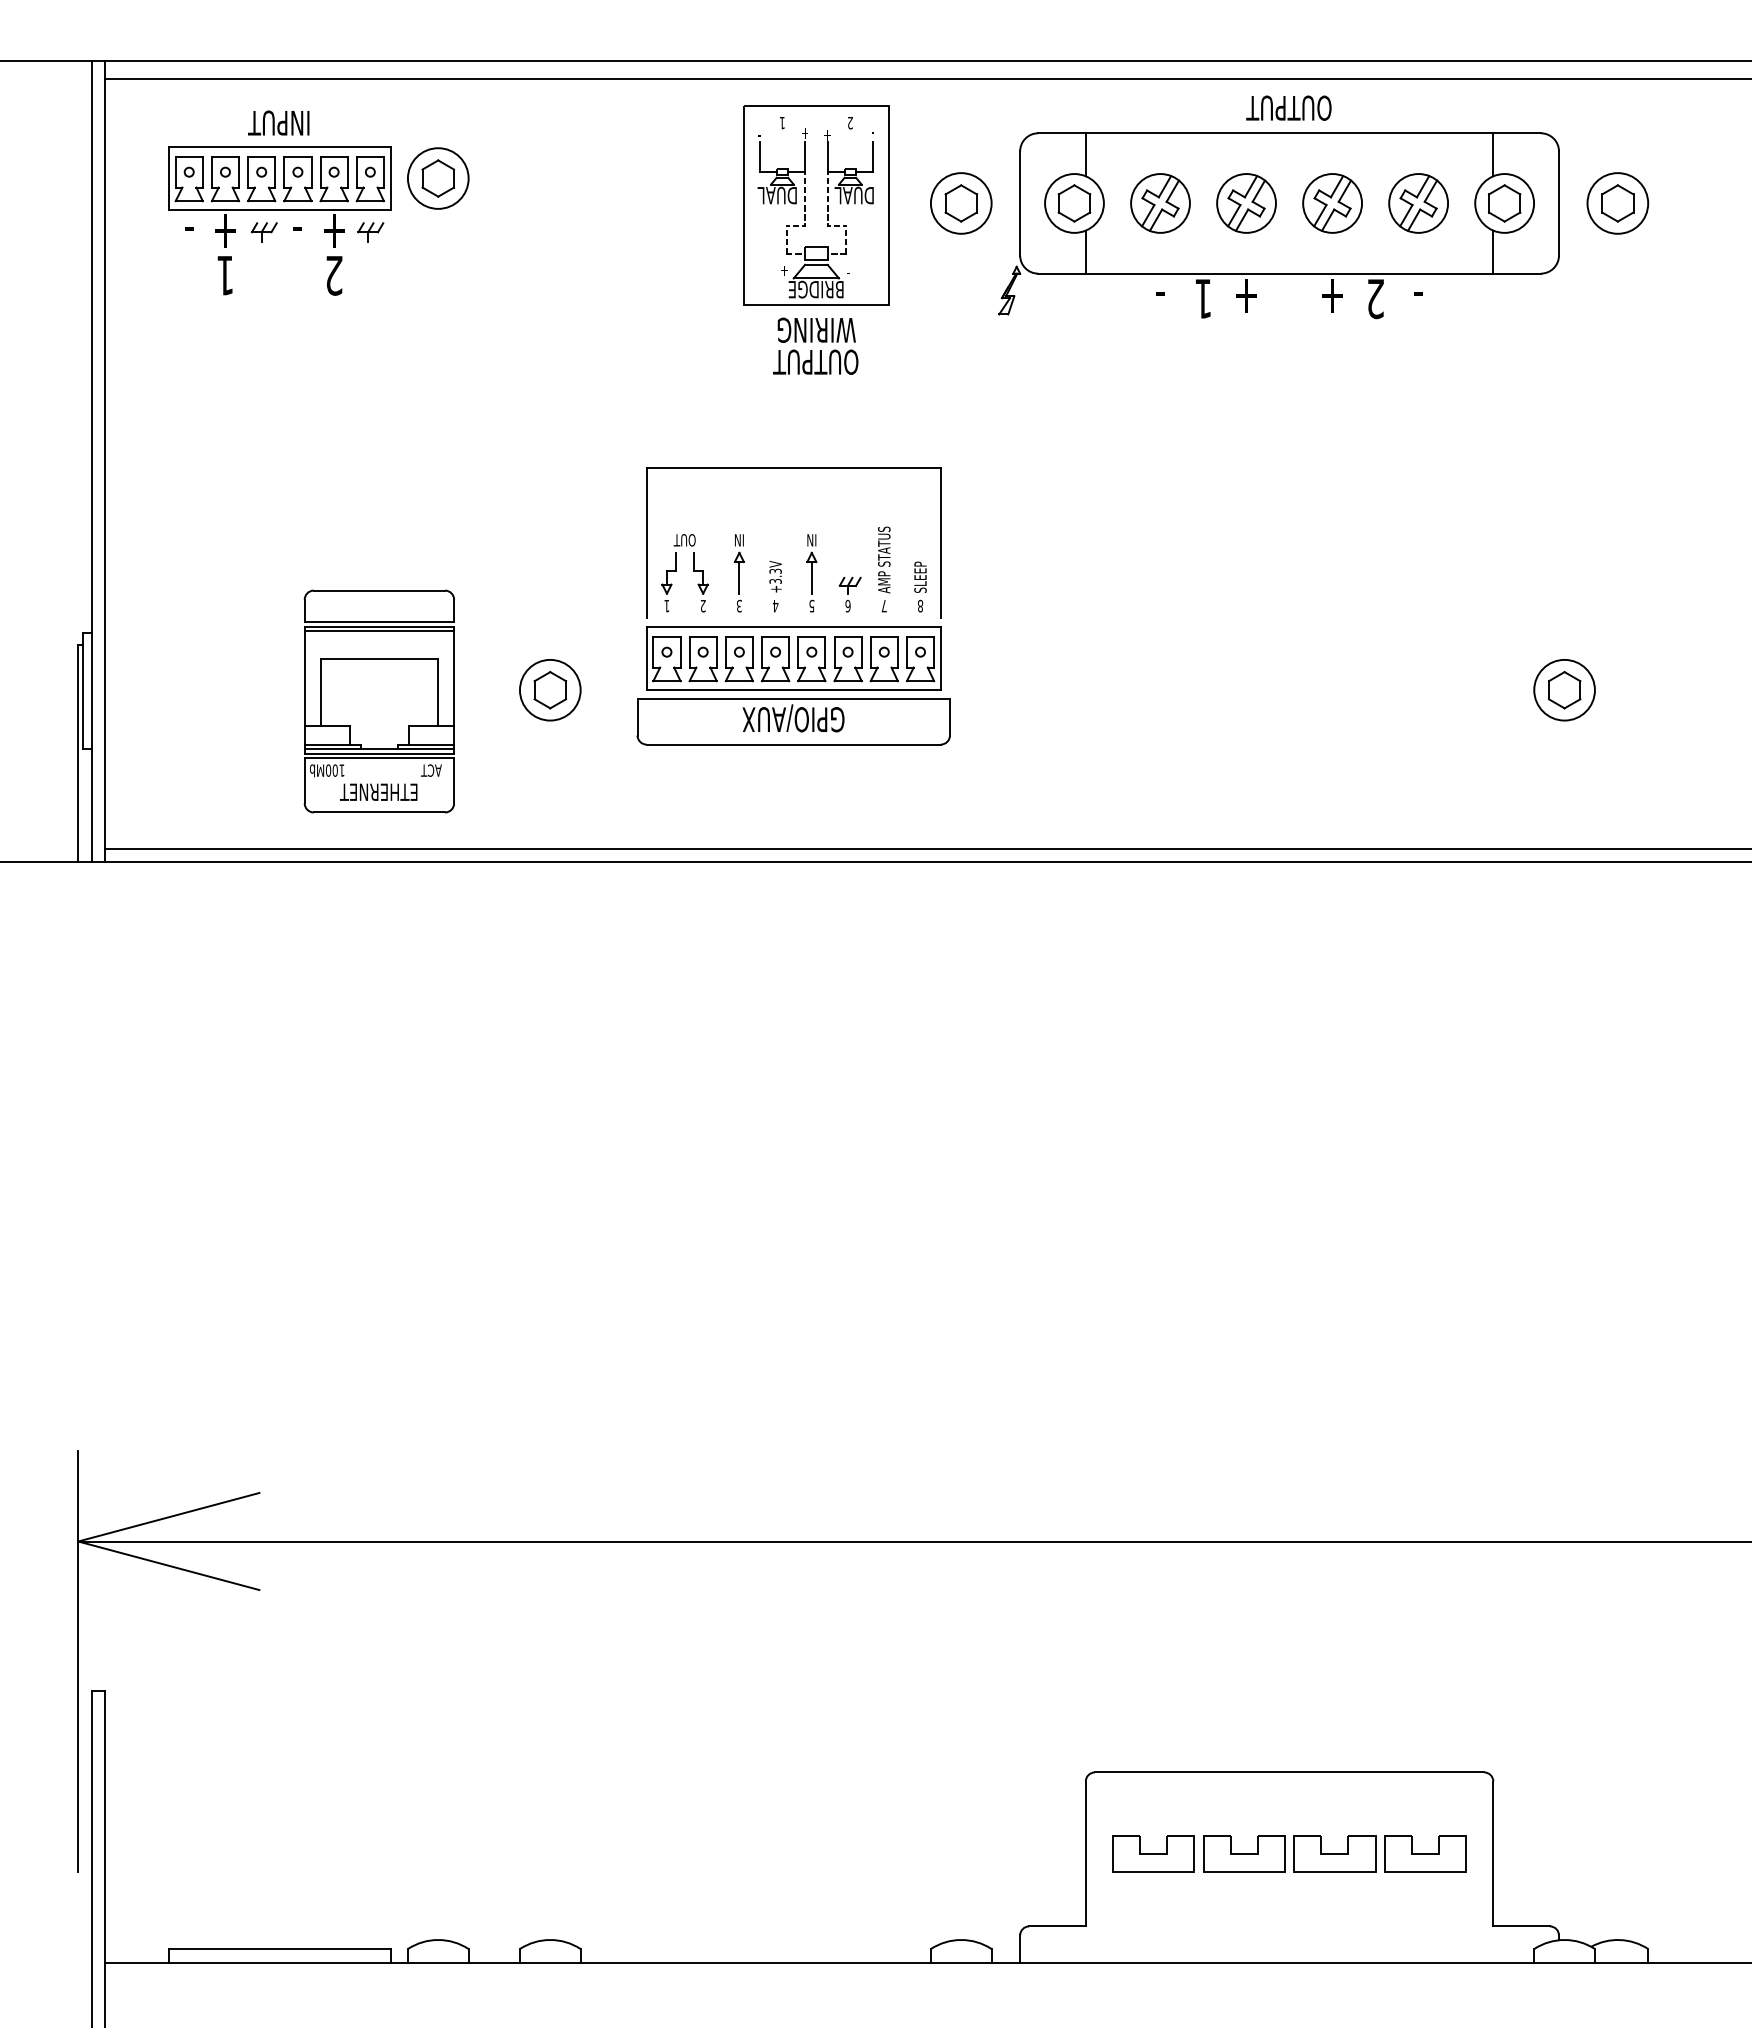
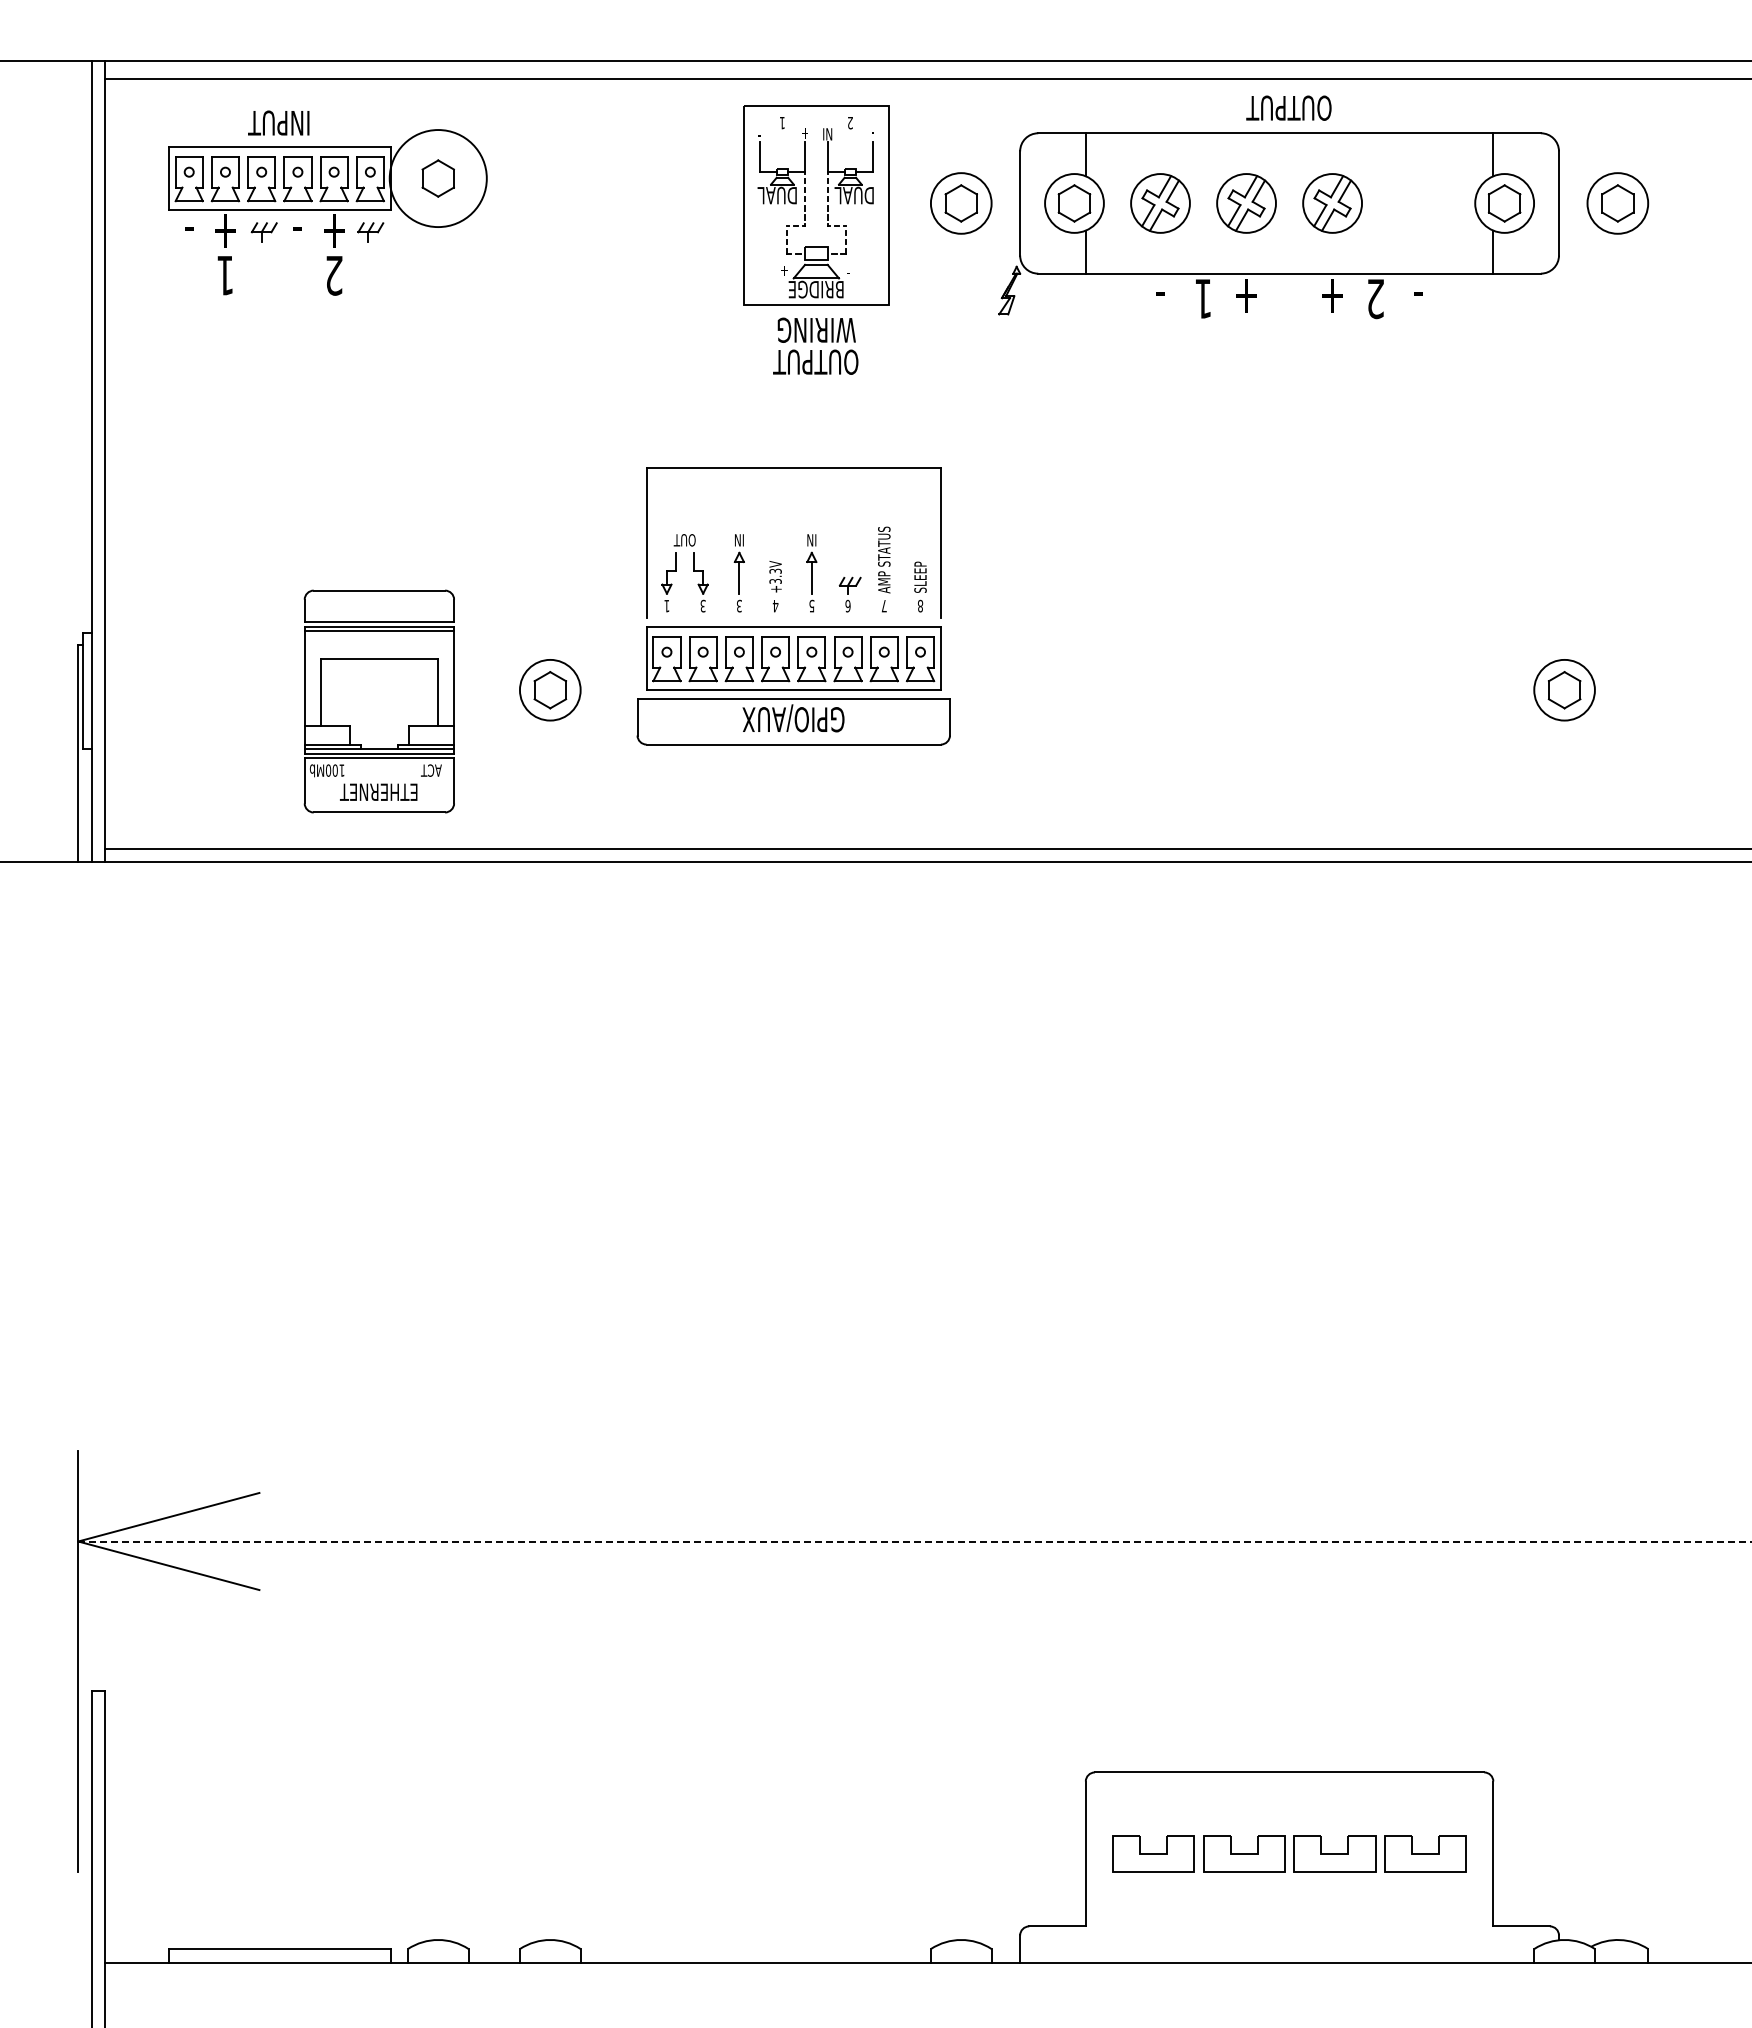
text at (827, 134): + -> IN
circle at (437, 178) diameter: 61 px -> 97 px
part at (1418, 203): present -> none
text at (702, 605): 2 -> 3
line at (915, 1541): solid -> dashed
